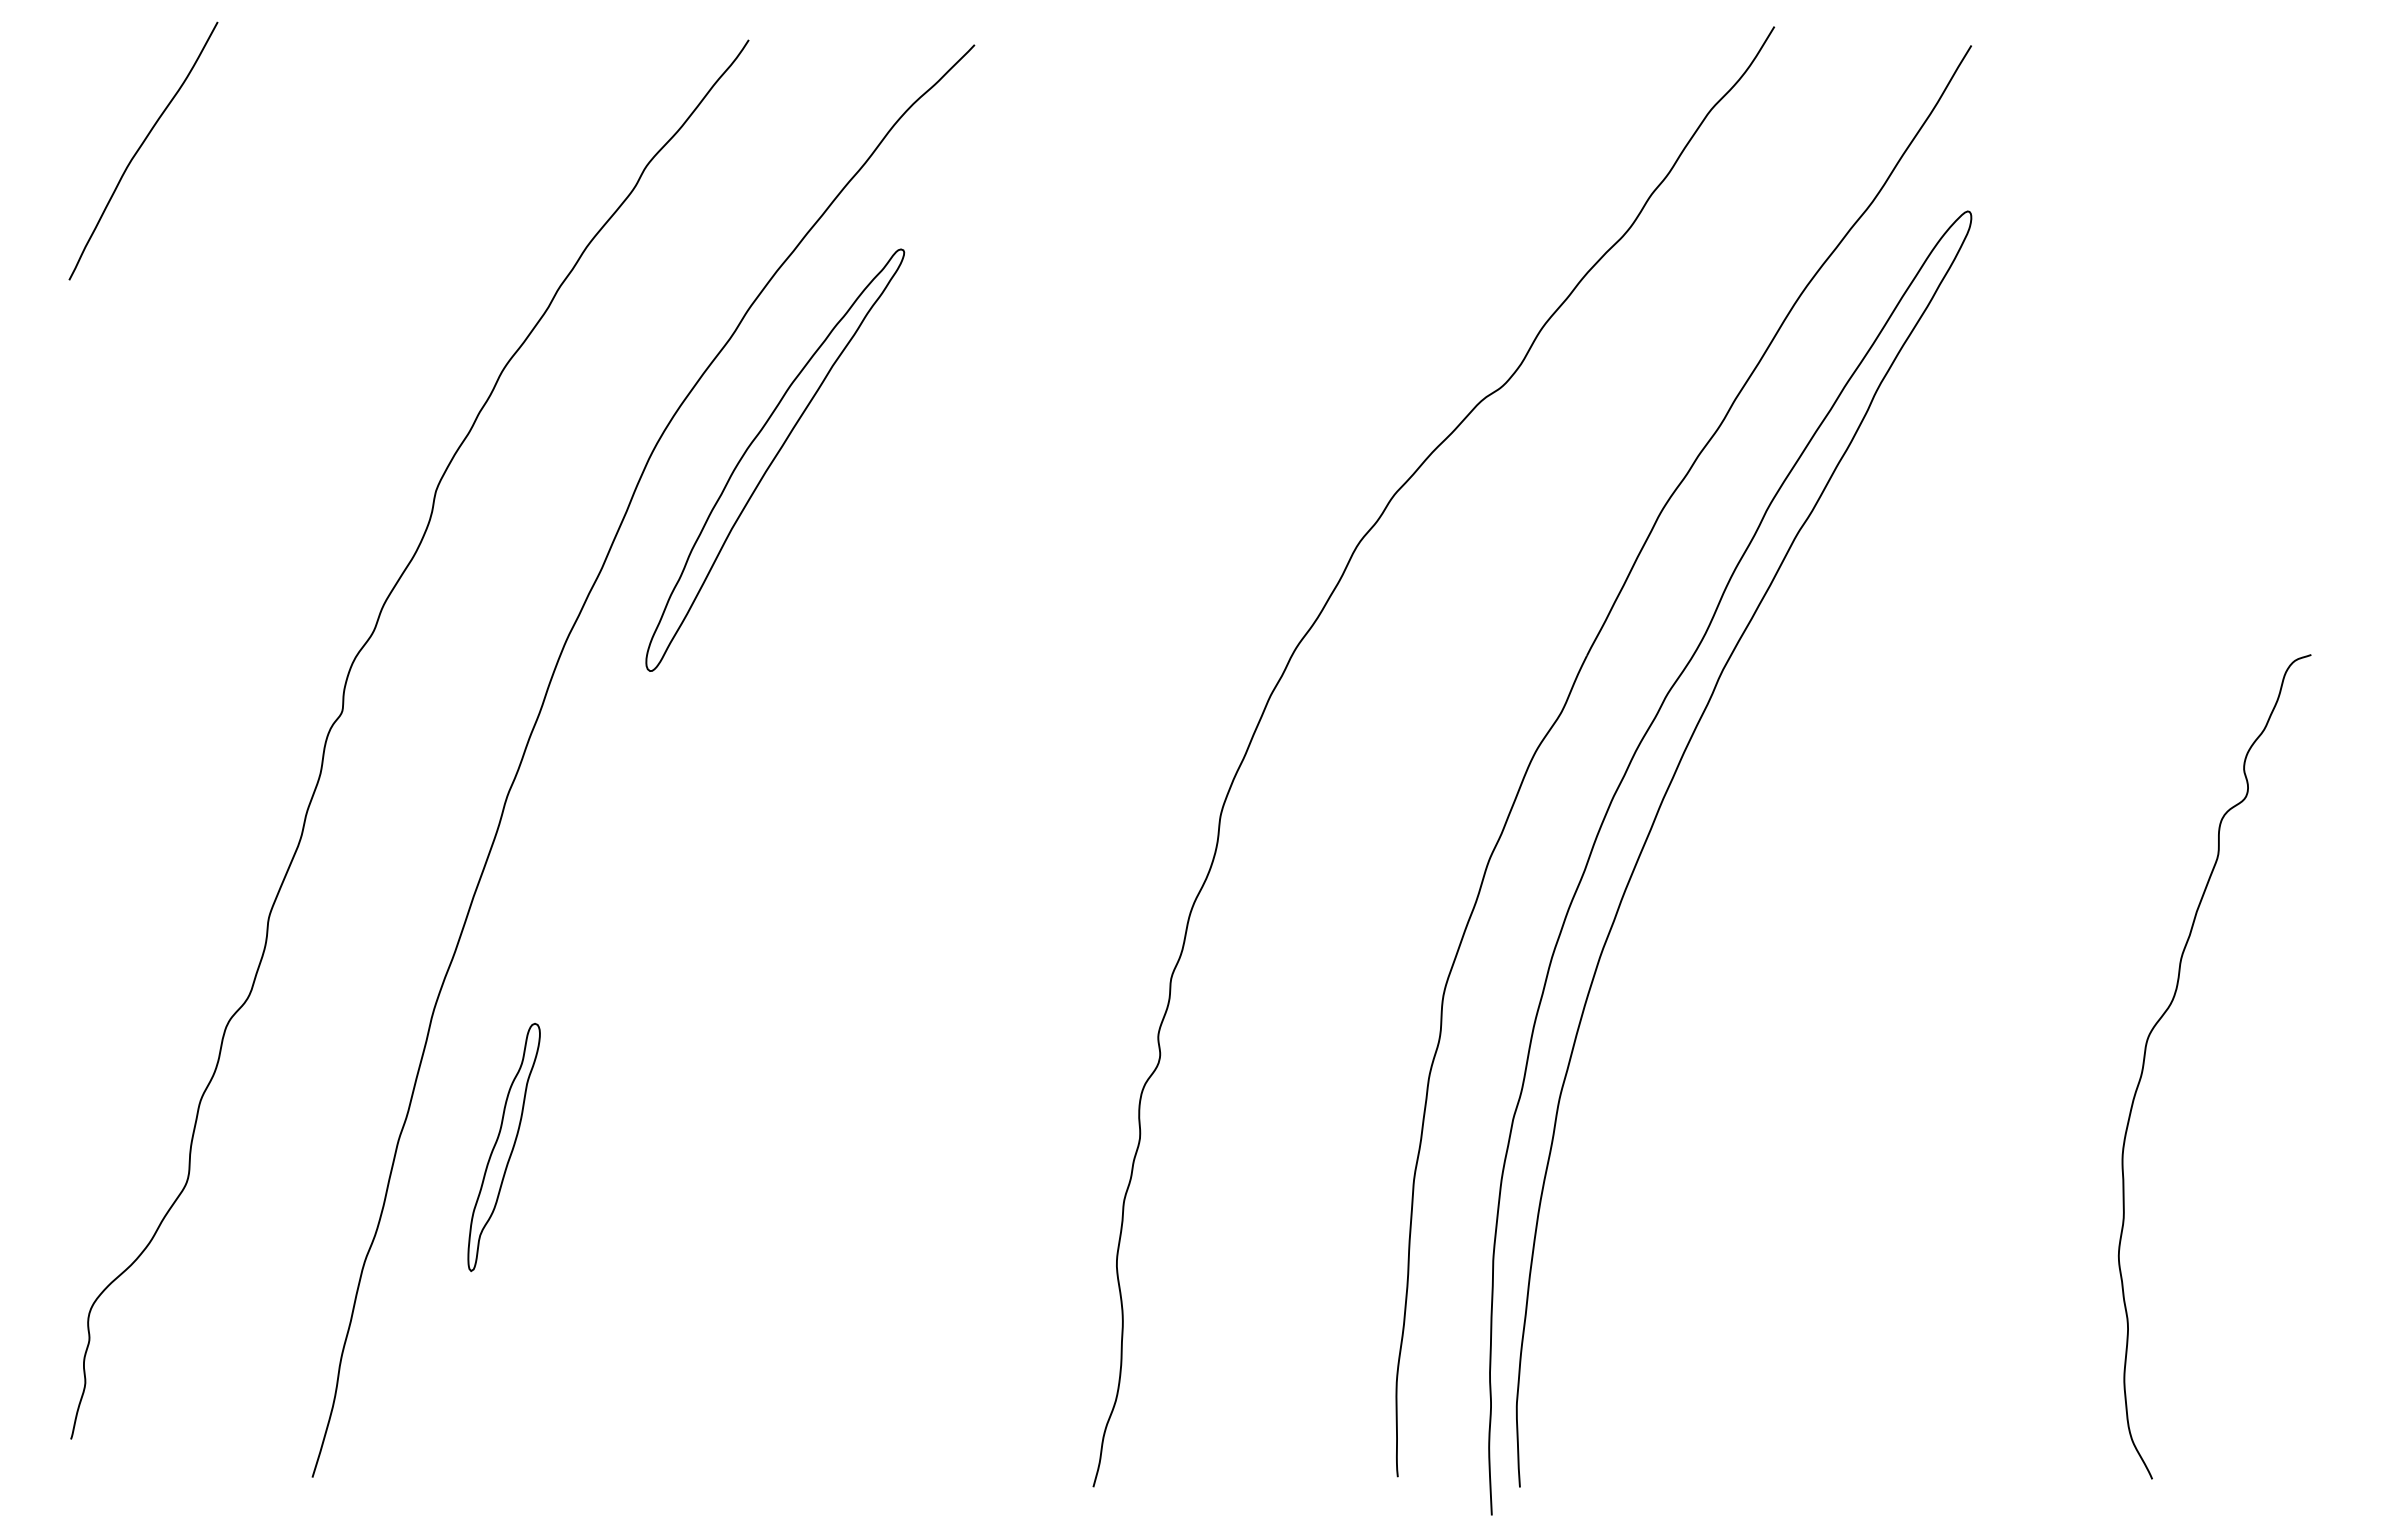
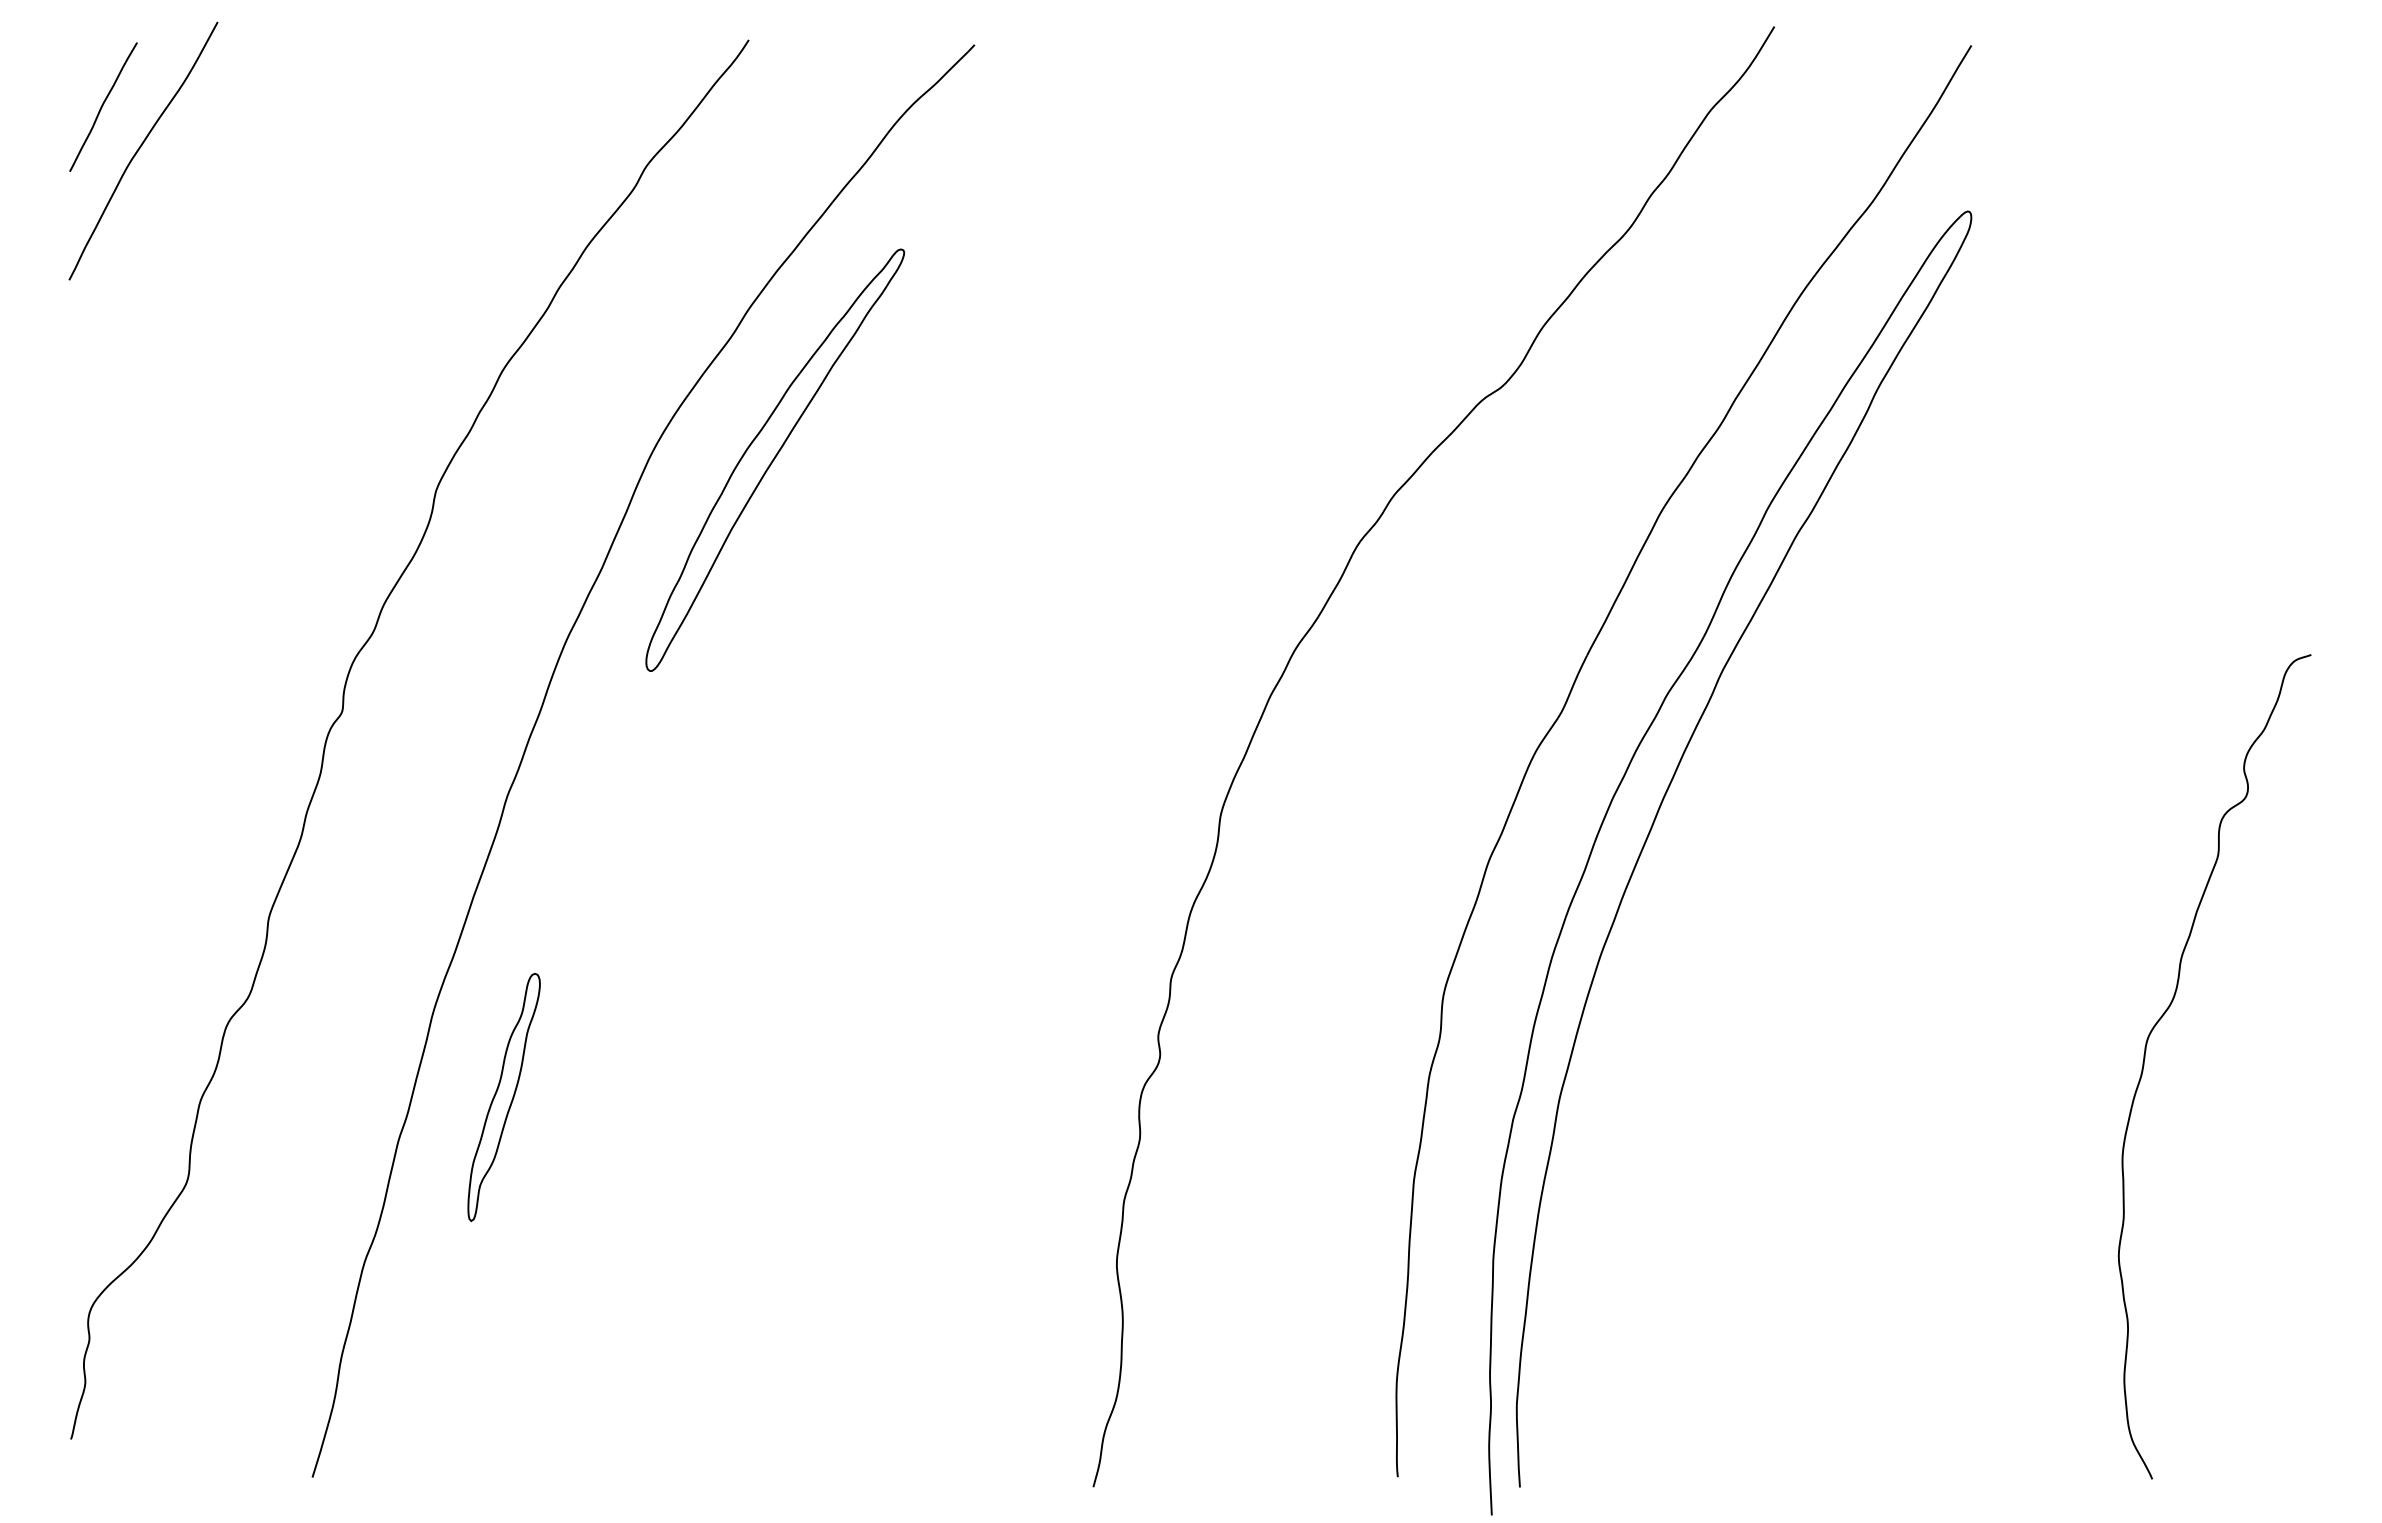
curve at (103, 105): none -> present
part at (503, 1147) position: (503, 1147) -> (503, 1097)
